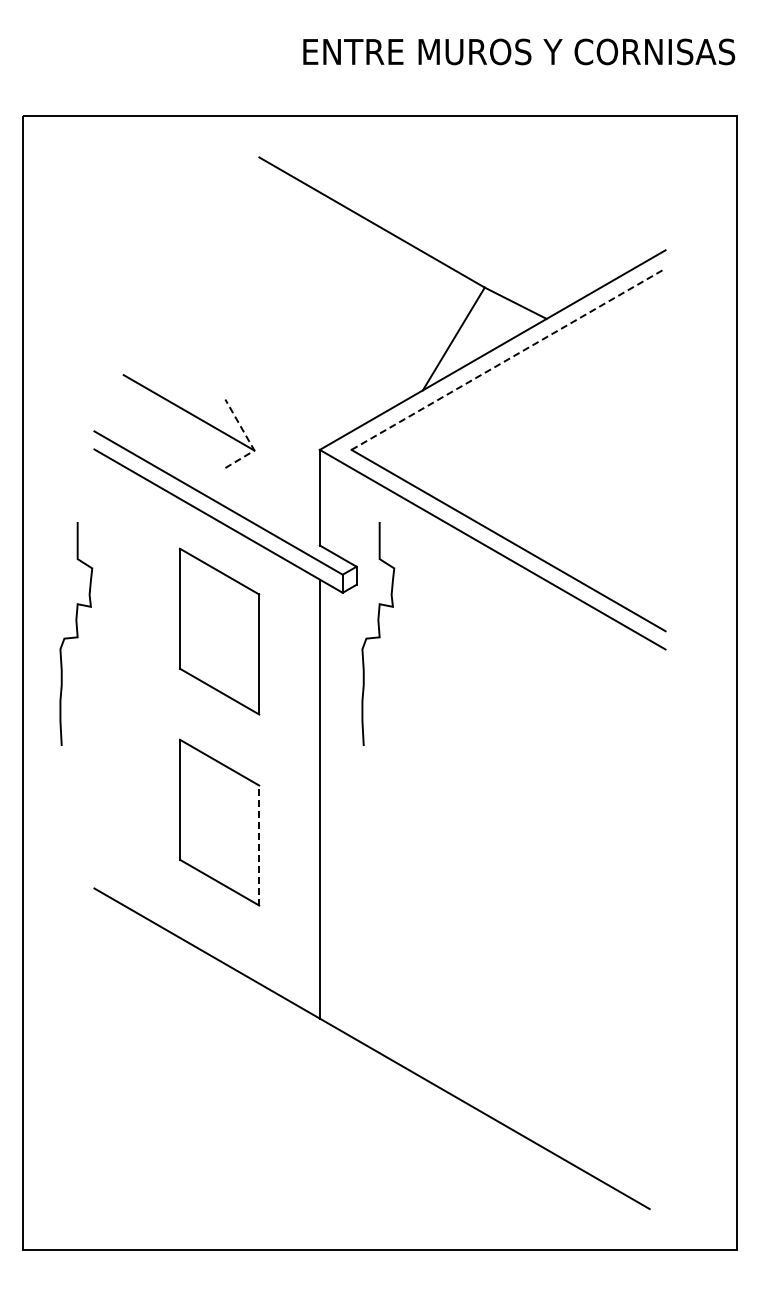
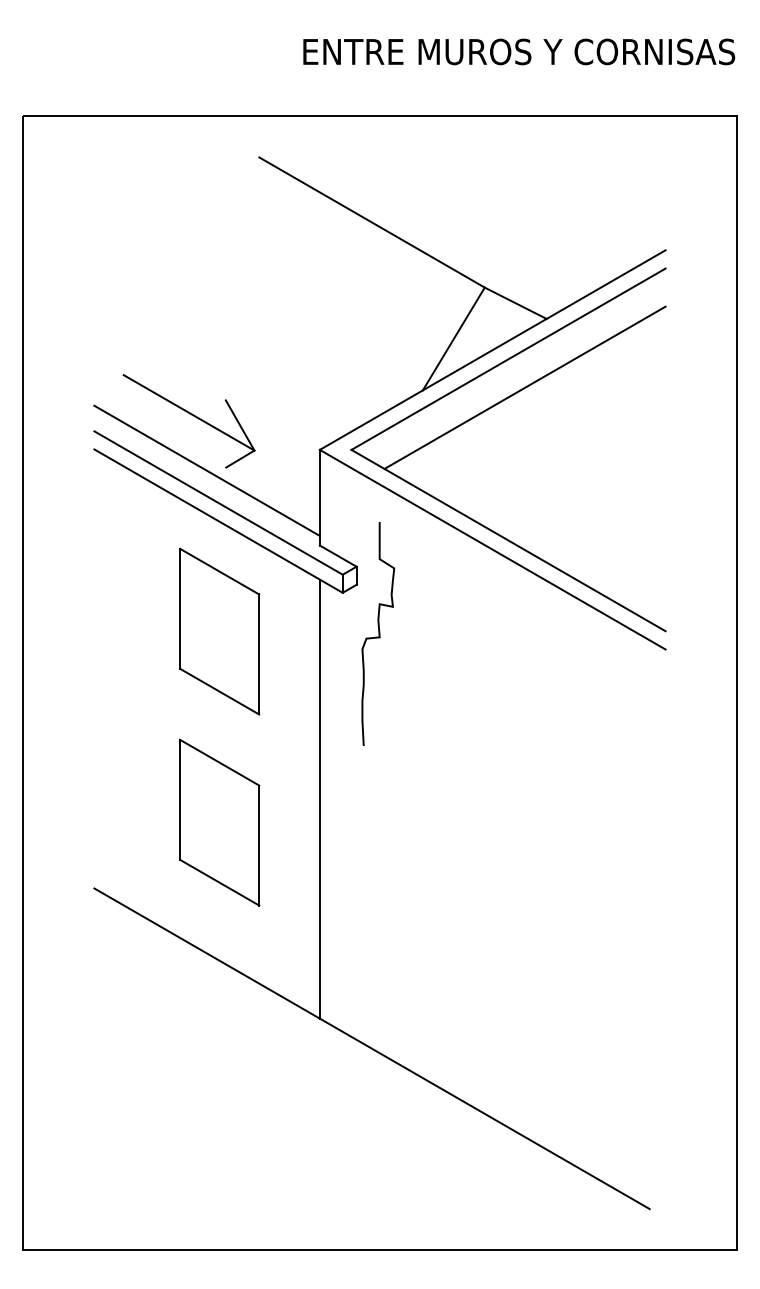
line at (508, 358): dashed -> solid
line at (524, 387): none -> present
line at (248, 440): dashed -> solid
line at (206, 470): none -> present
curve at (76, 633): present -> none
line at (259, 845): dashed -> solid
